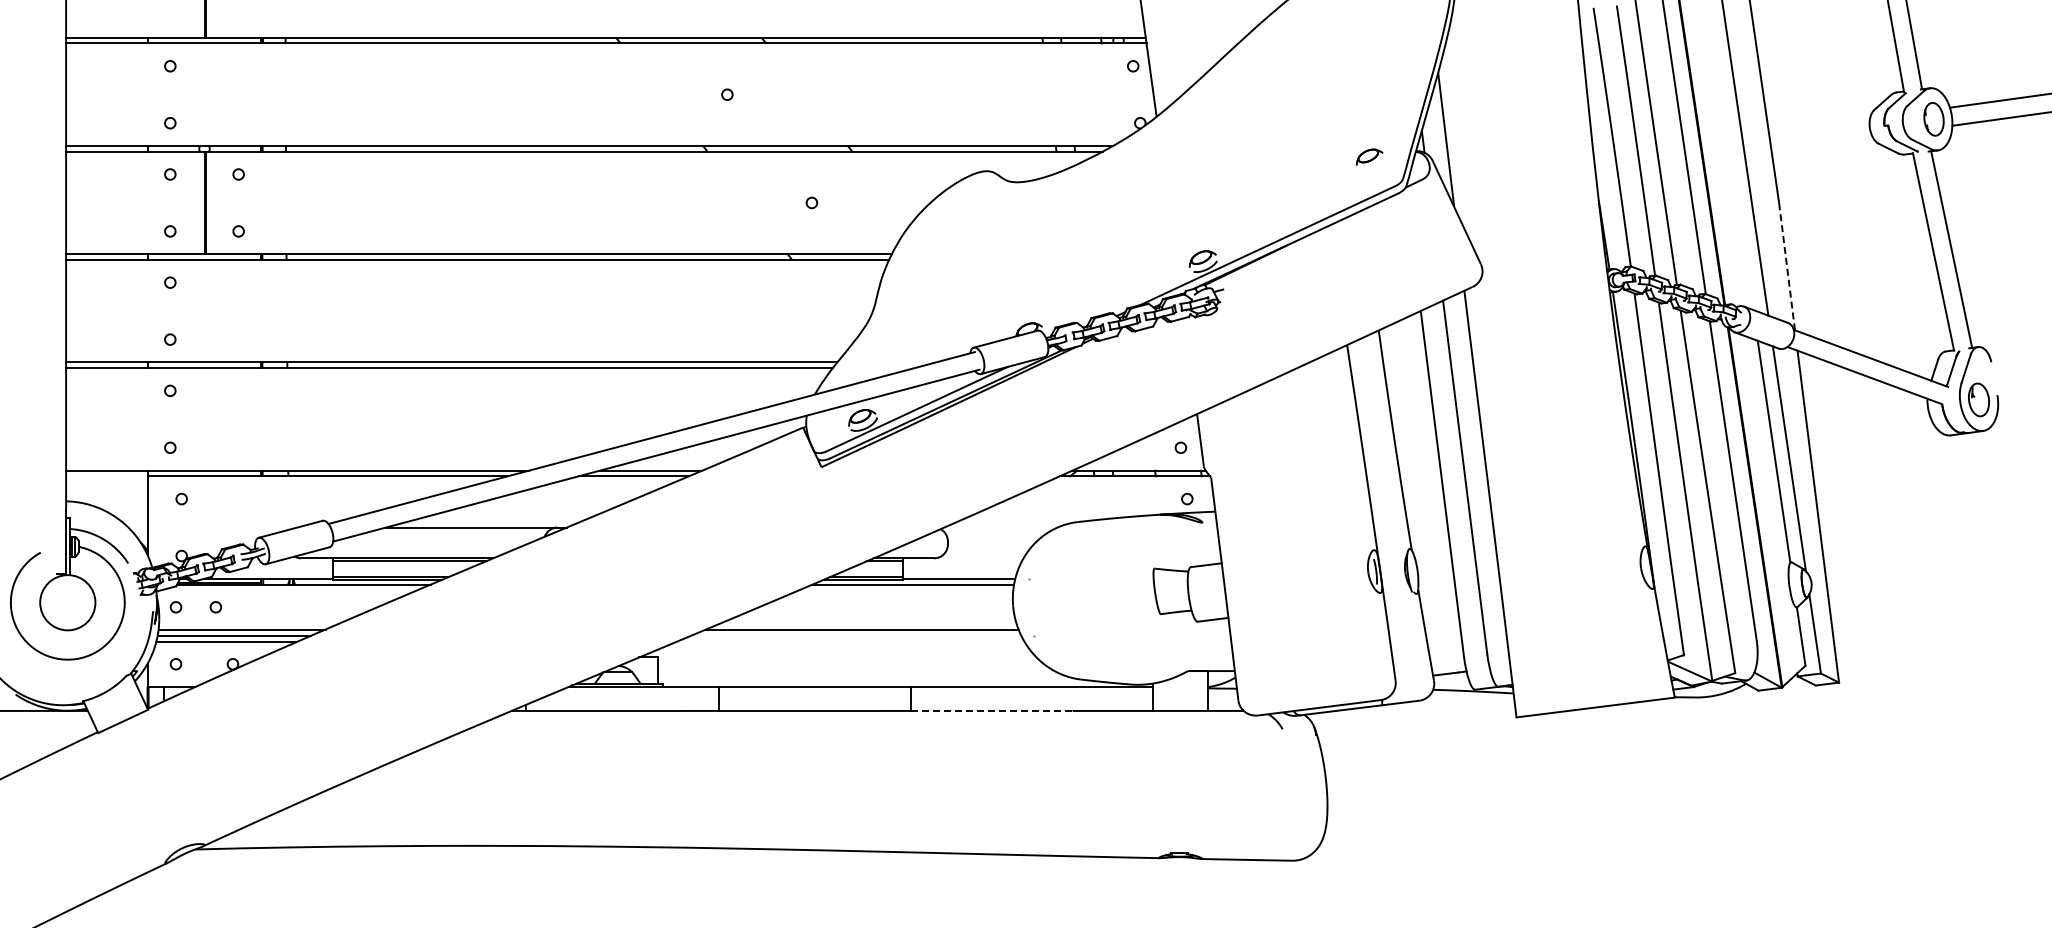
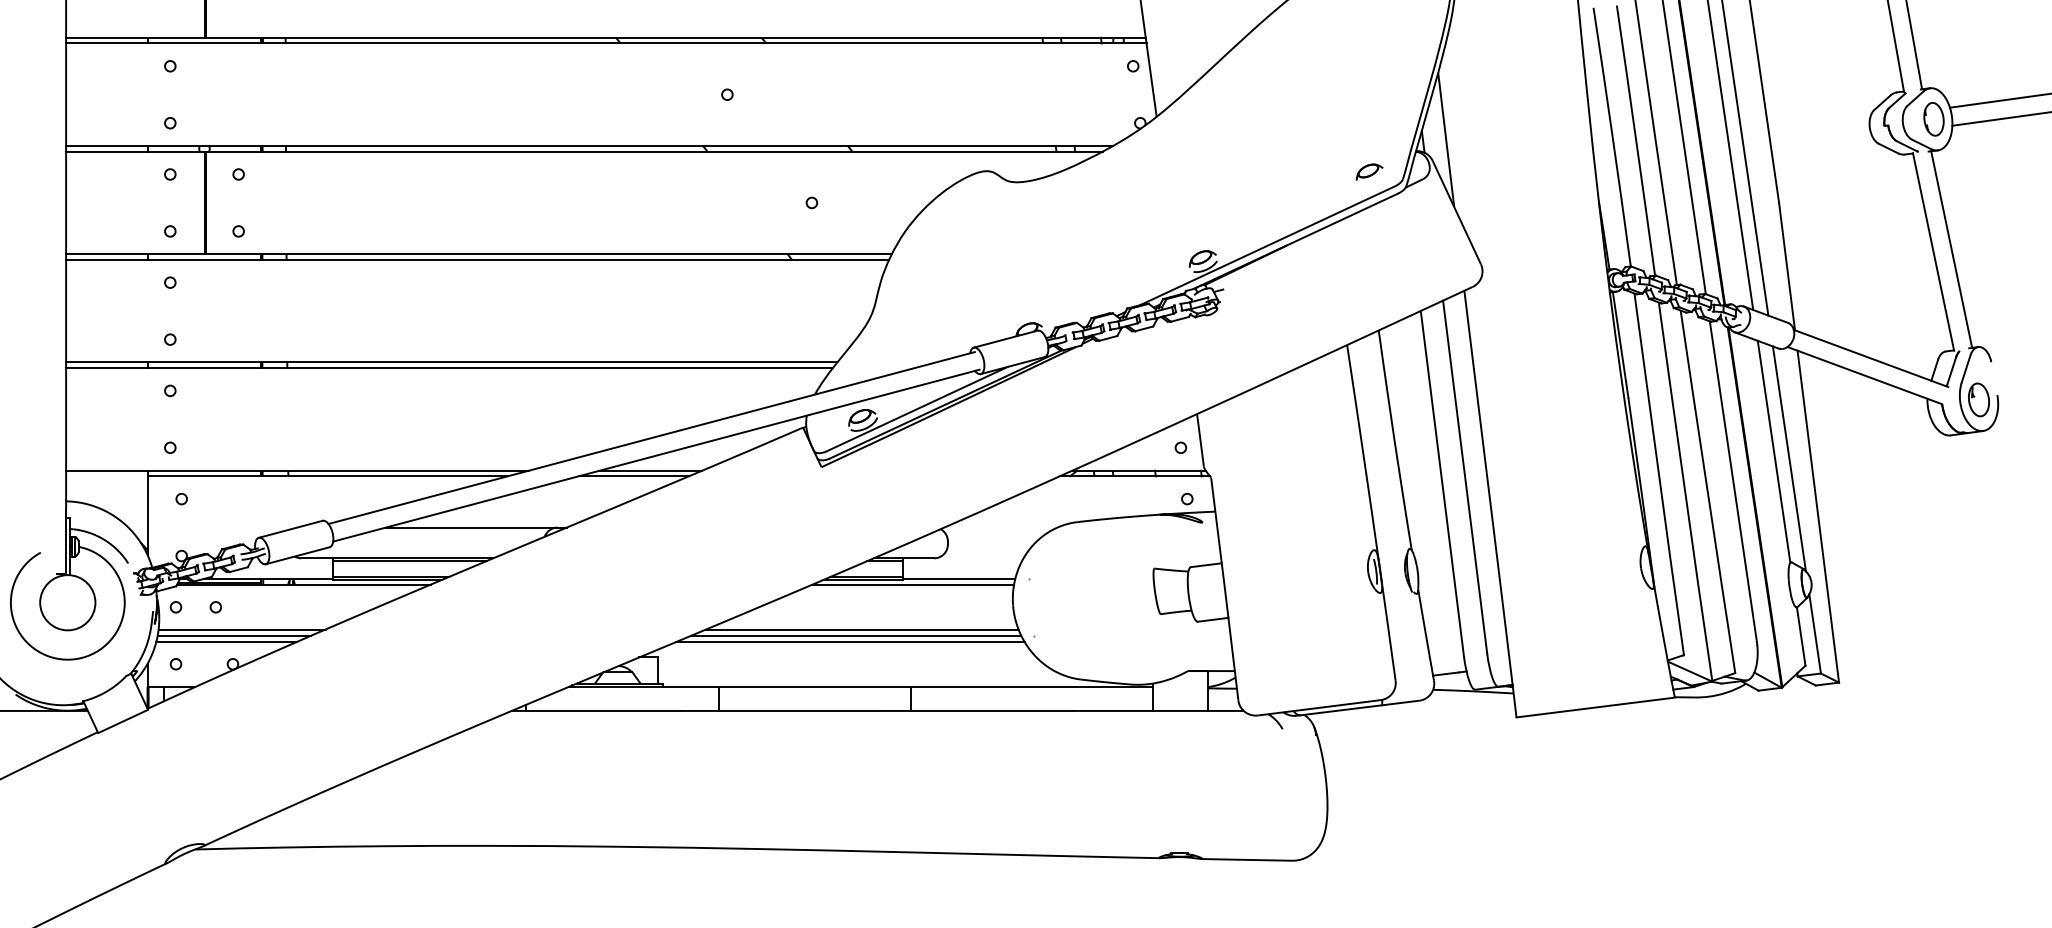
part at (1369, 156) position: (1369, 156) -> (1369, 171)
line at (1730, 156): none -> present
line at (1786, 265): dashed -> solid
line at (856, 635): none -> present
line at (850, 642): none -> present
line at (991, 710): dashed -> solid
